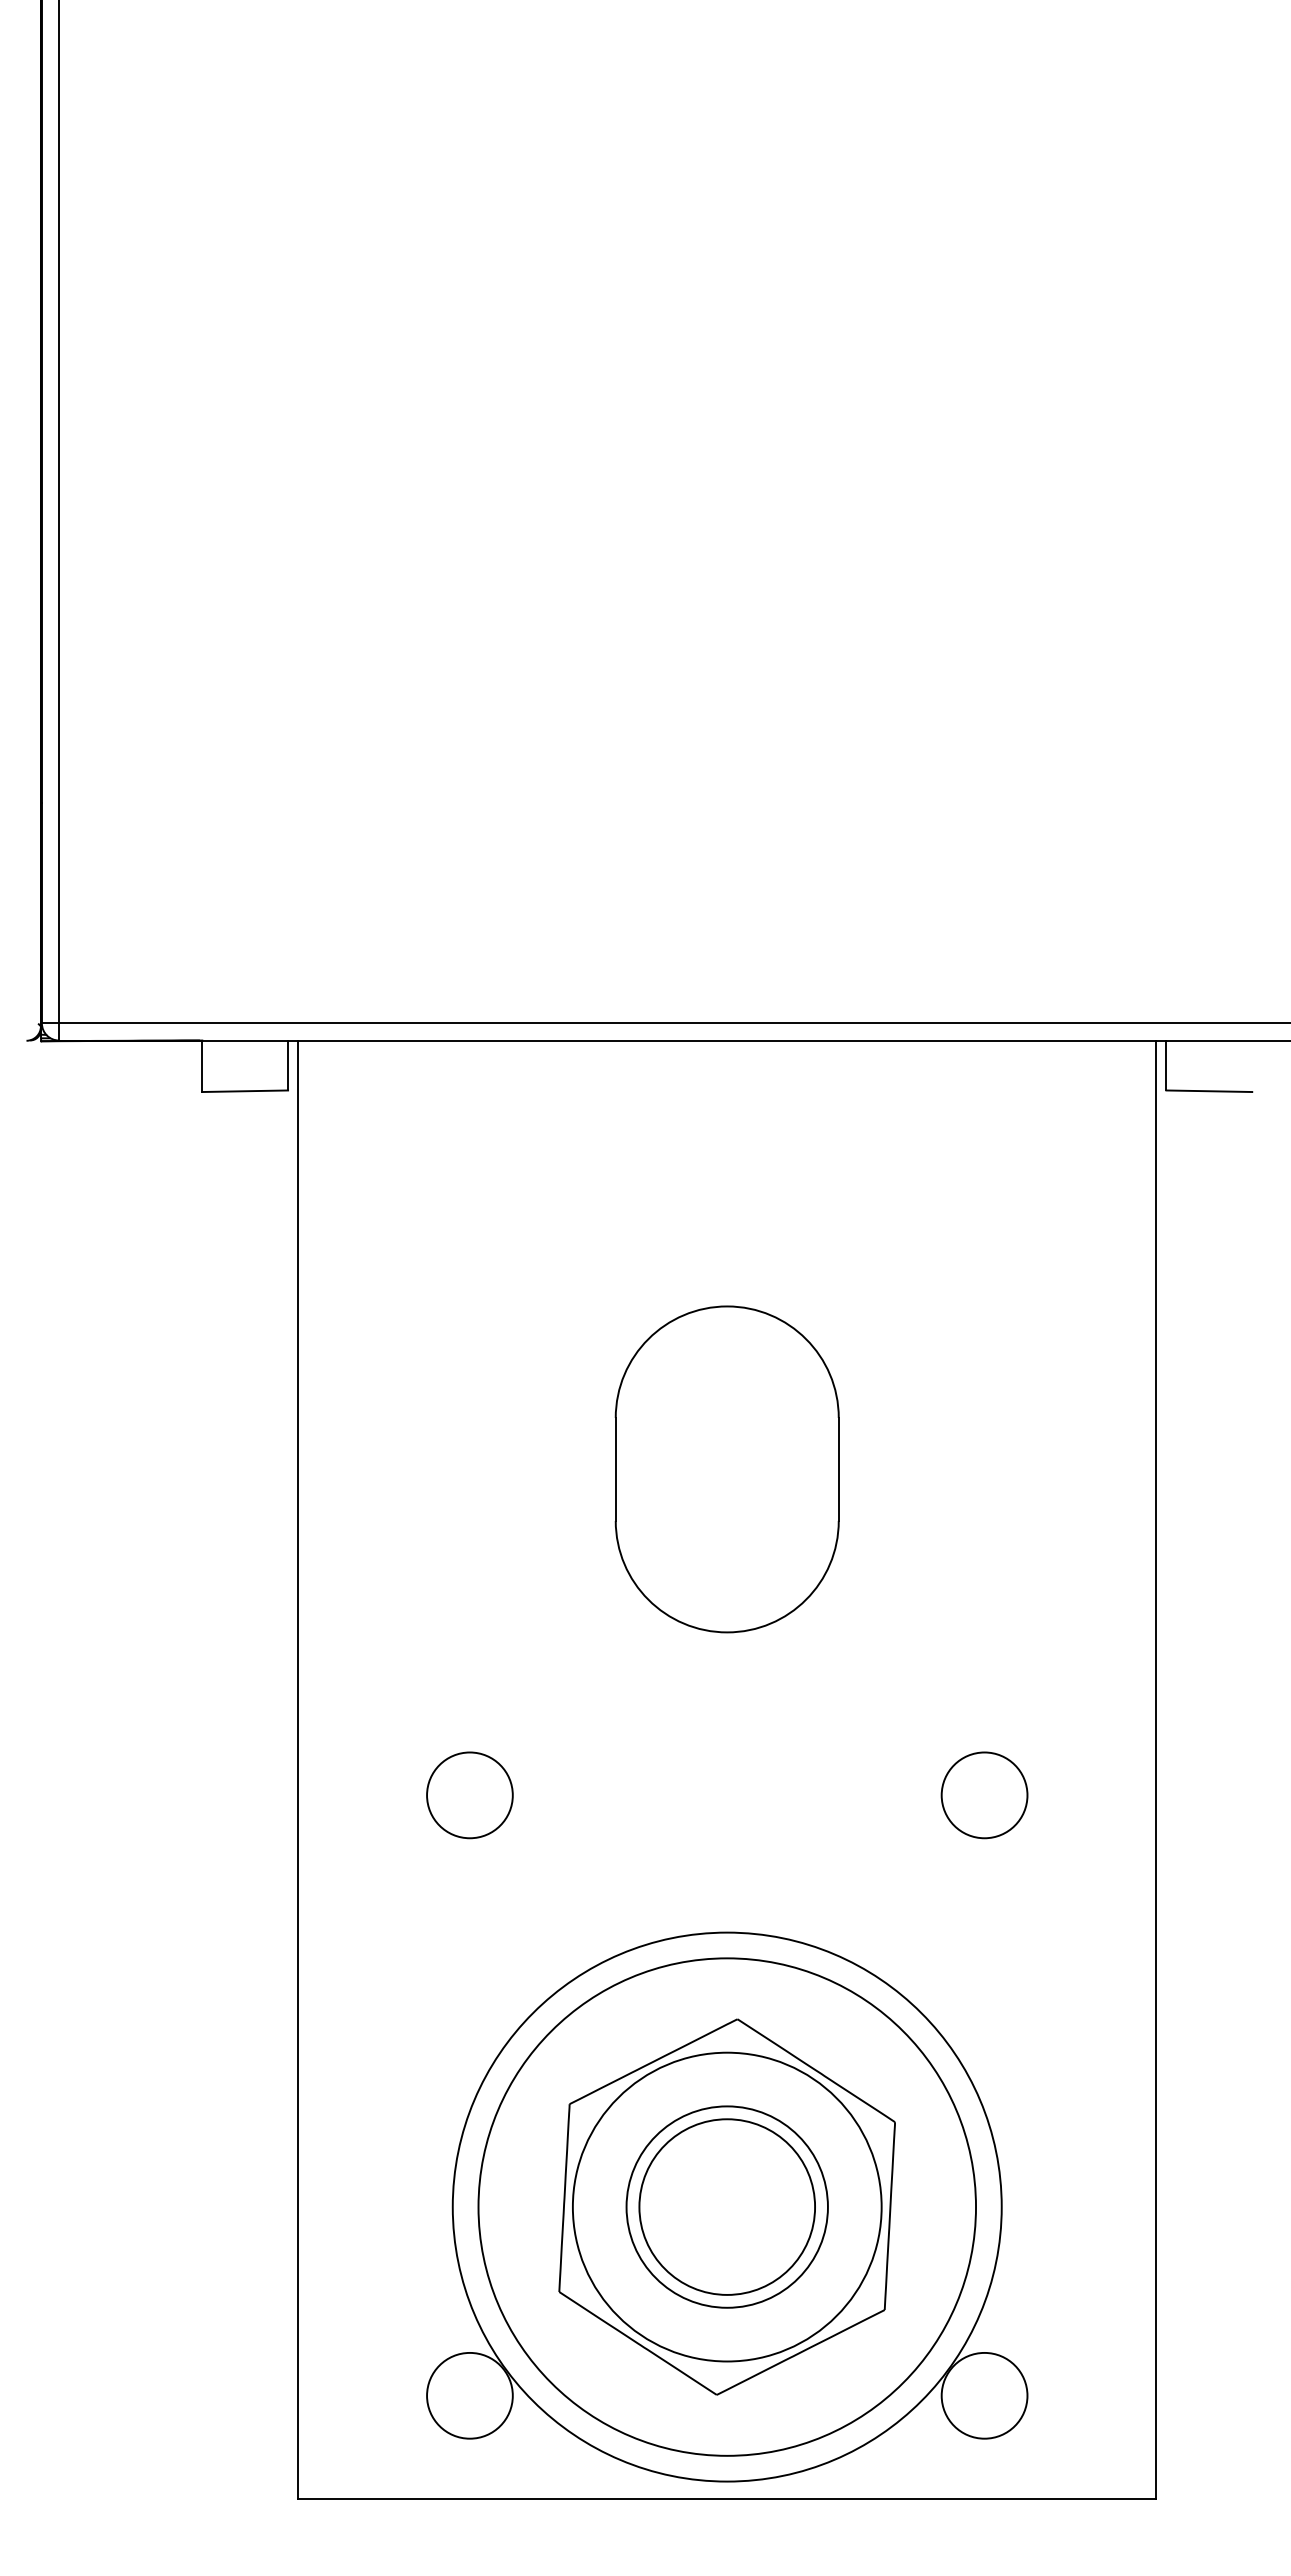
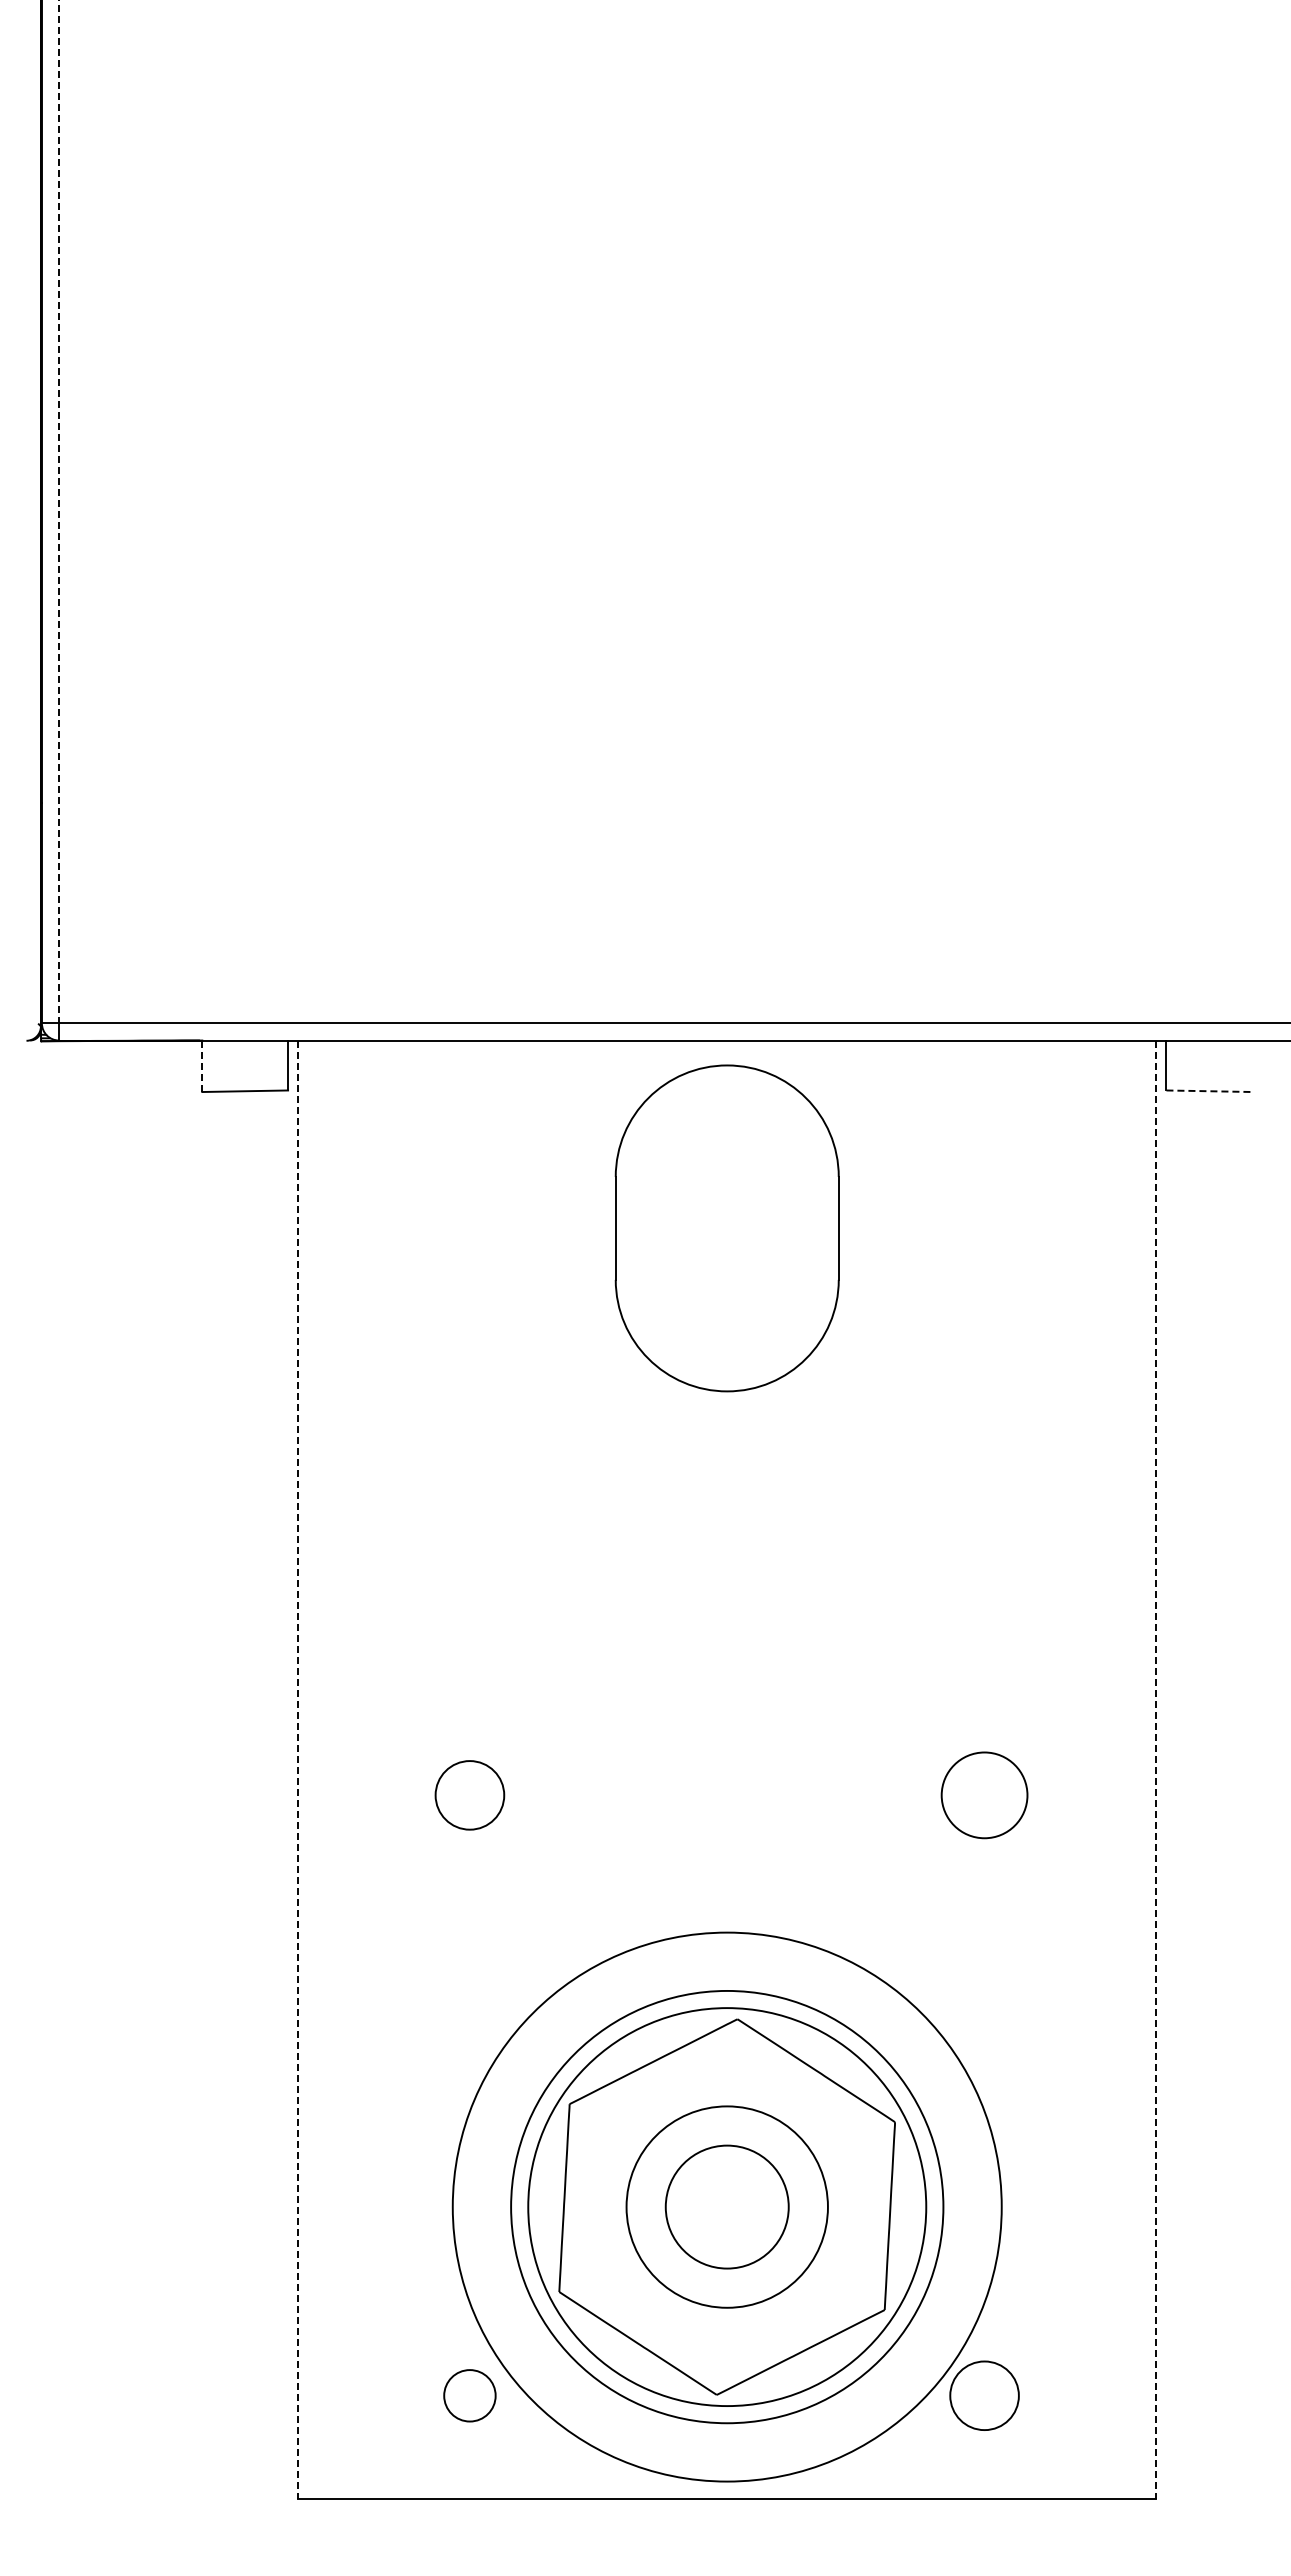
line at (59, 512): solid -> dashed
line at (202, 1066): solid -> dashed
line at (1209, 1091): solid -> dashed
part at (726, 1469) position: (726, 1469) -> (726, 1228)
line at (298, 1770): solid -> dashed
line at (1156, 1770): solid -> dashed
circle at (469, 1795) diameter: 86 px -> 69 px
circle at (726, 2206) diameter: 309 px -> 432 px
circle at (727, 2206) diameter: 176 px -> 123 px
circle at (727, 2206) diameter: 497 px -> 398 px
circle at (469, 2395) diameter: 86 px -> 51 px
circle at (984, 2395) diameter: 86 px -> 69 px
